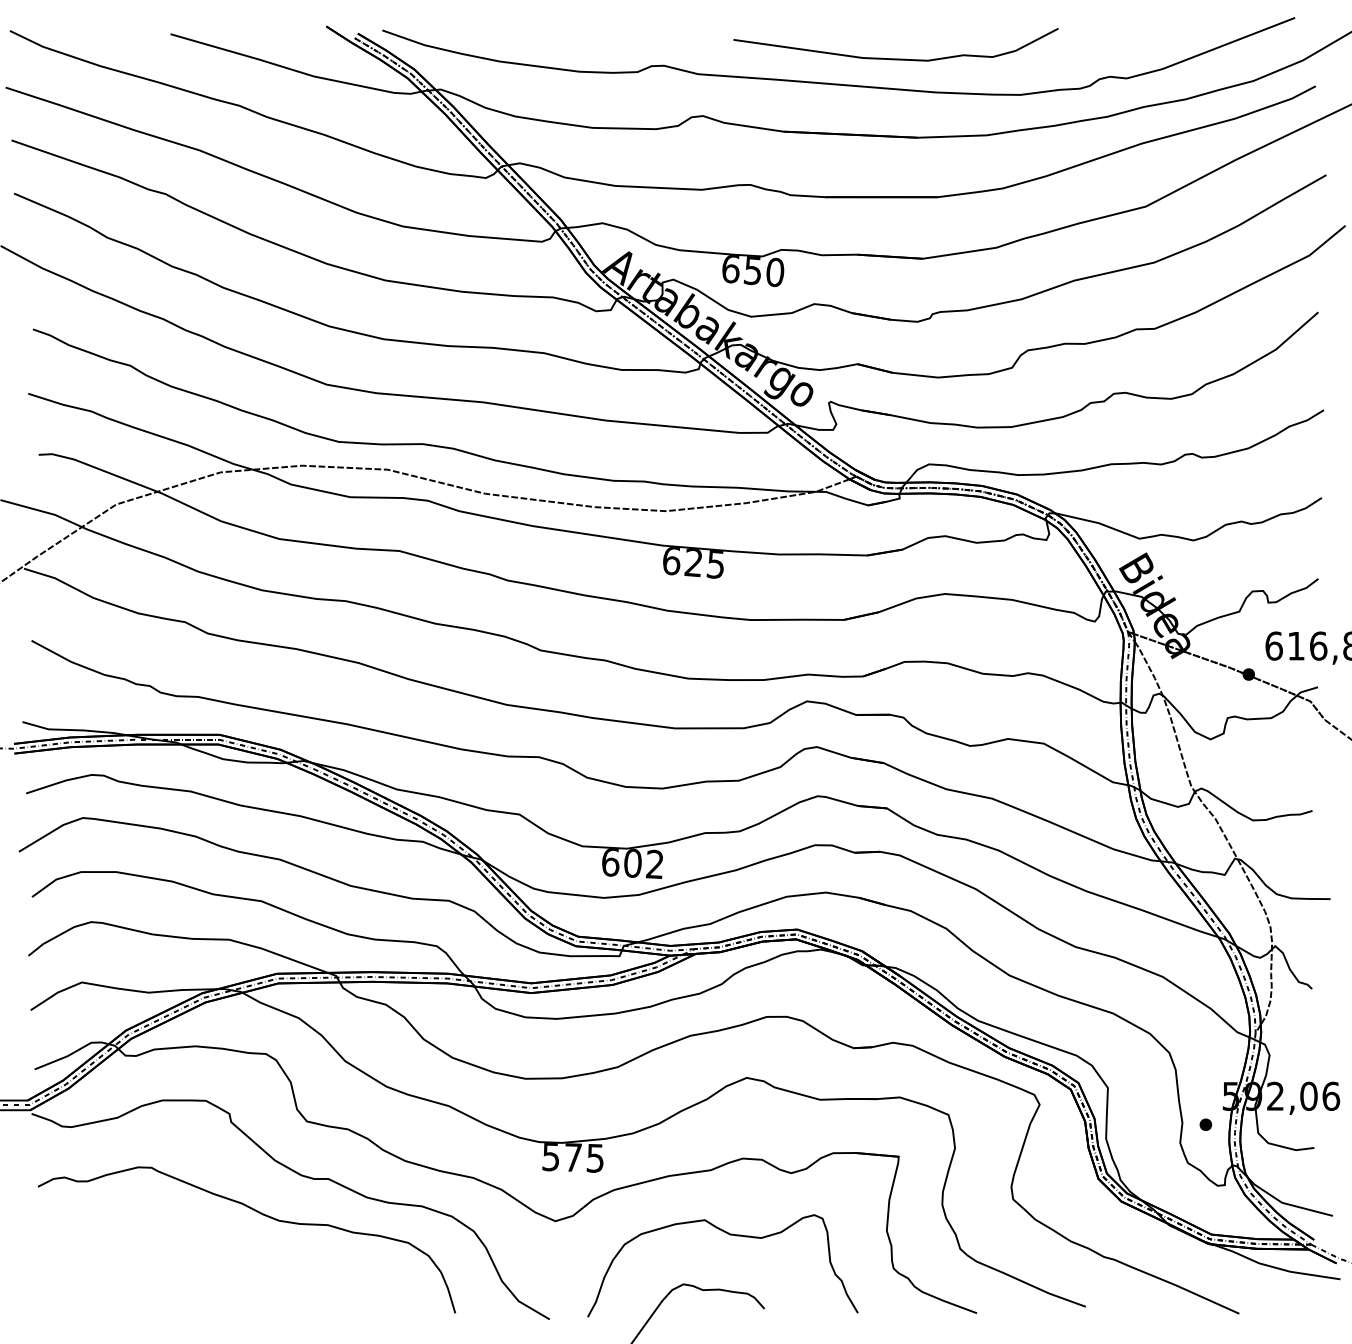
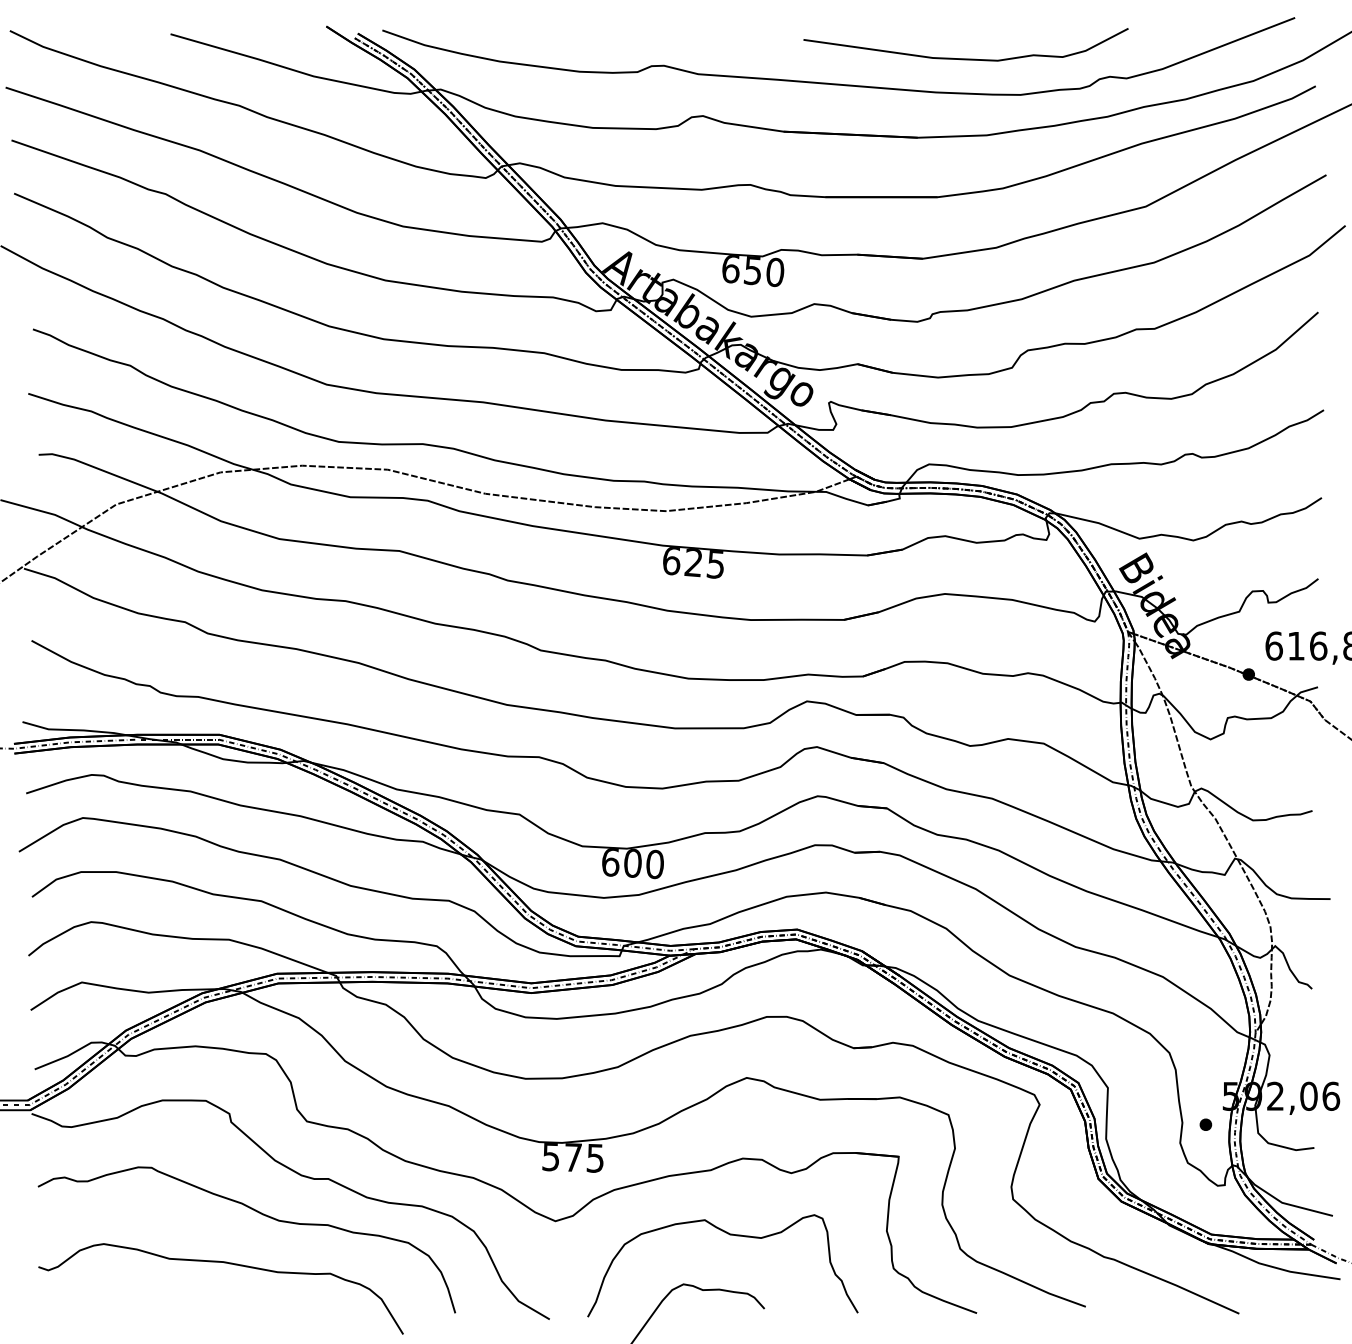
curve at (895, 58) position: (895, 58) -> (965, 58)
text at (654, 864): 602 -> 600
curve at (224, 1263): none -> present
